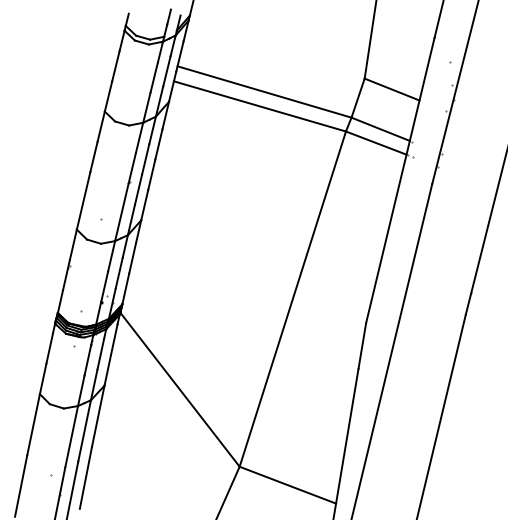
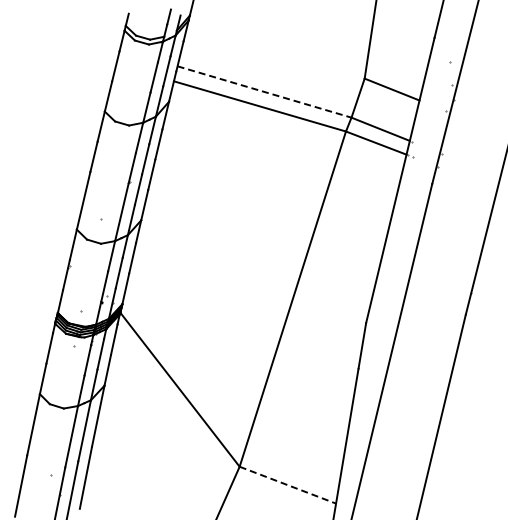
line at (264, 91): solid -> dashed
line at (287, 485): solid -> dashed
